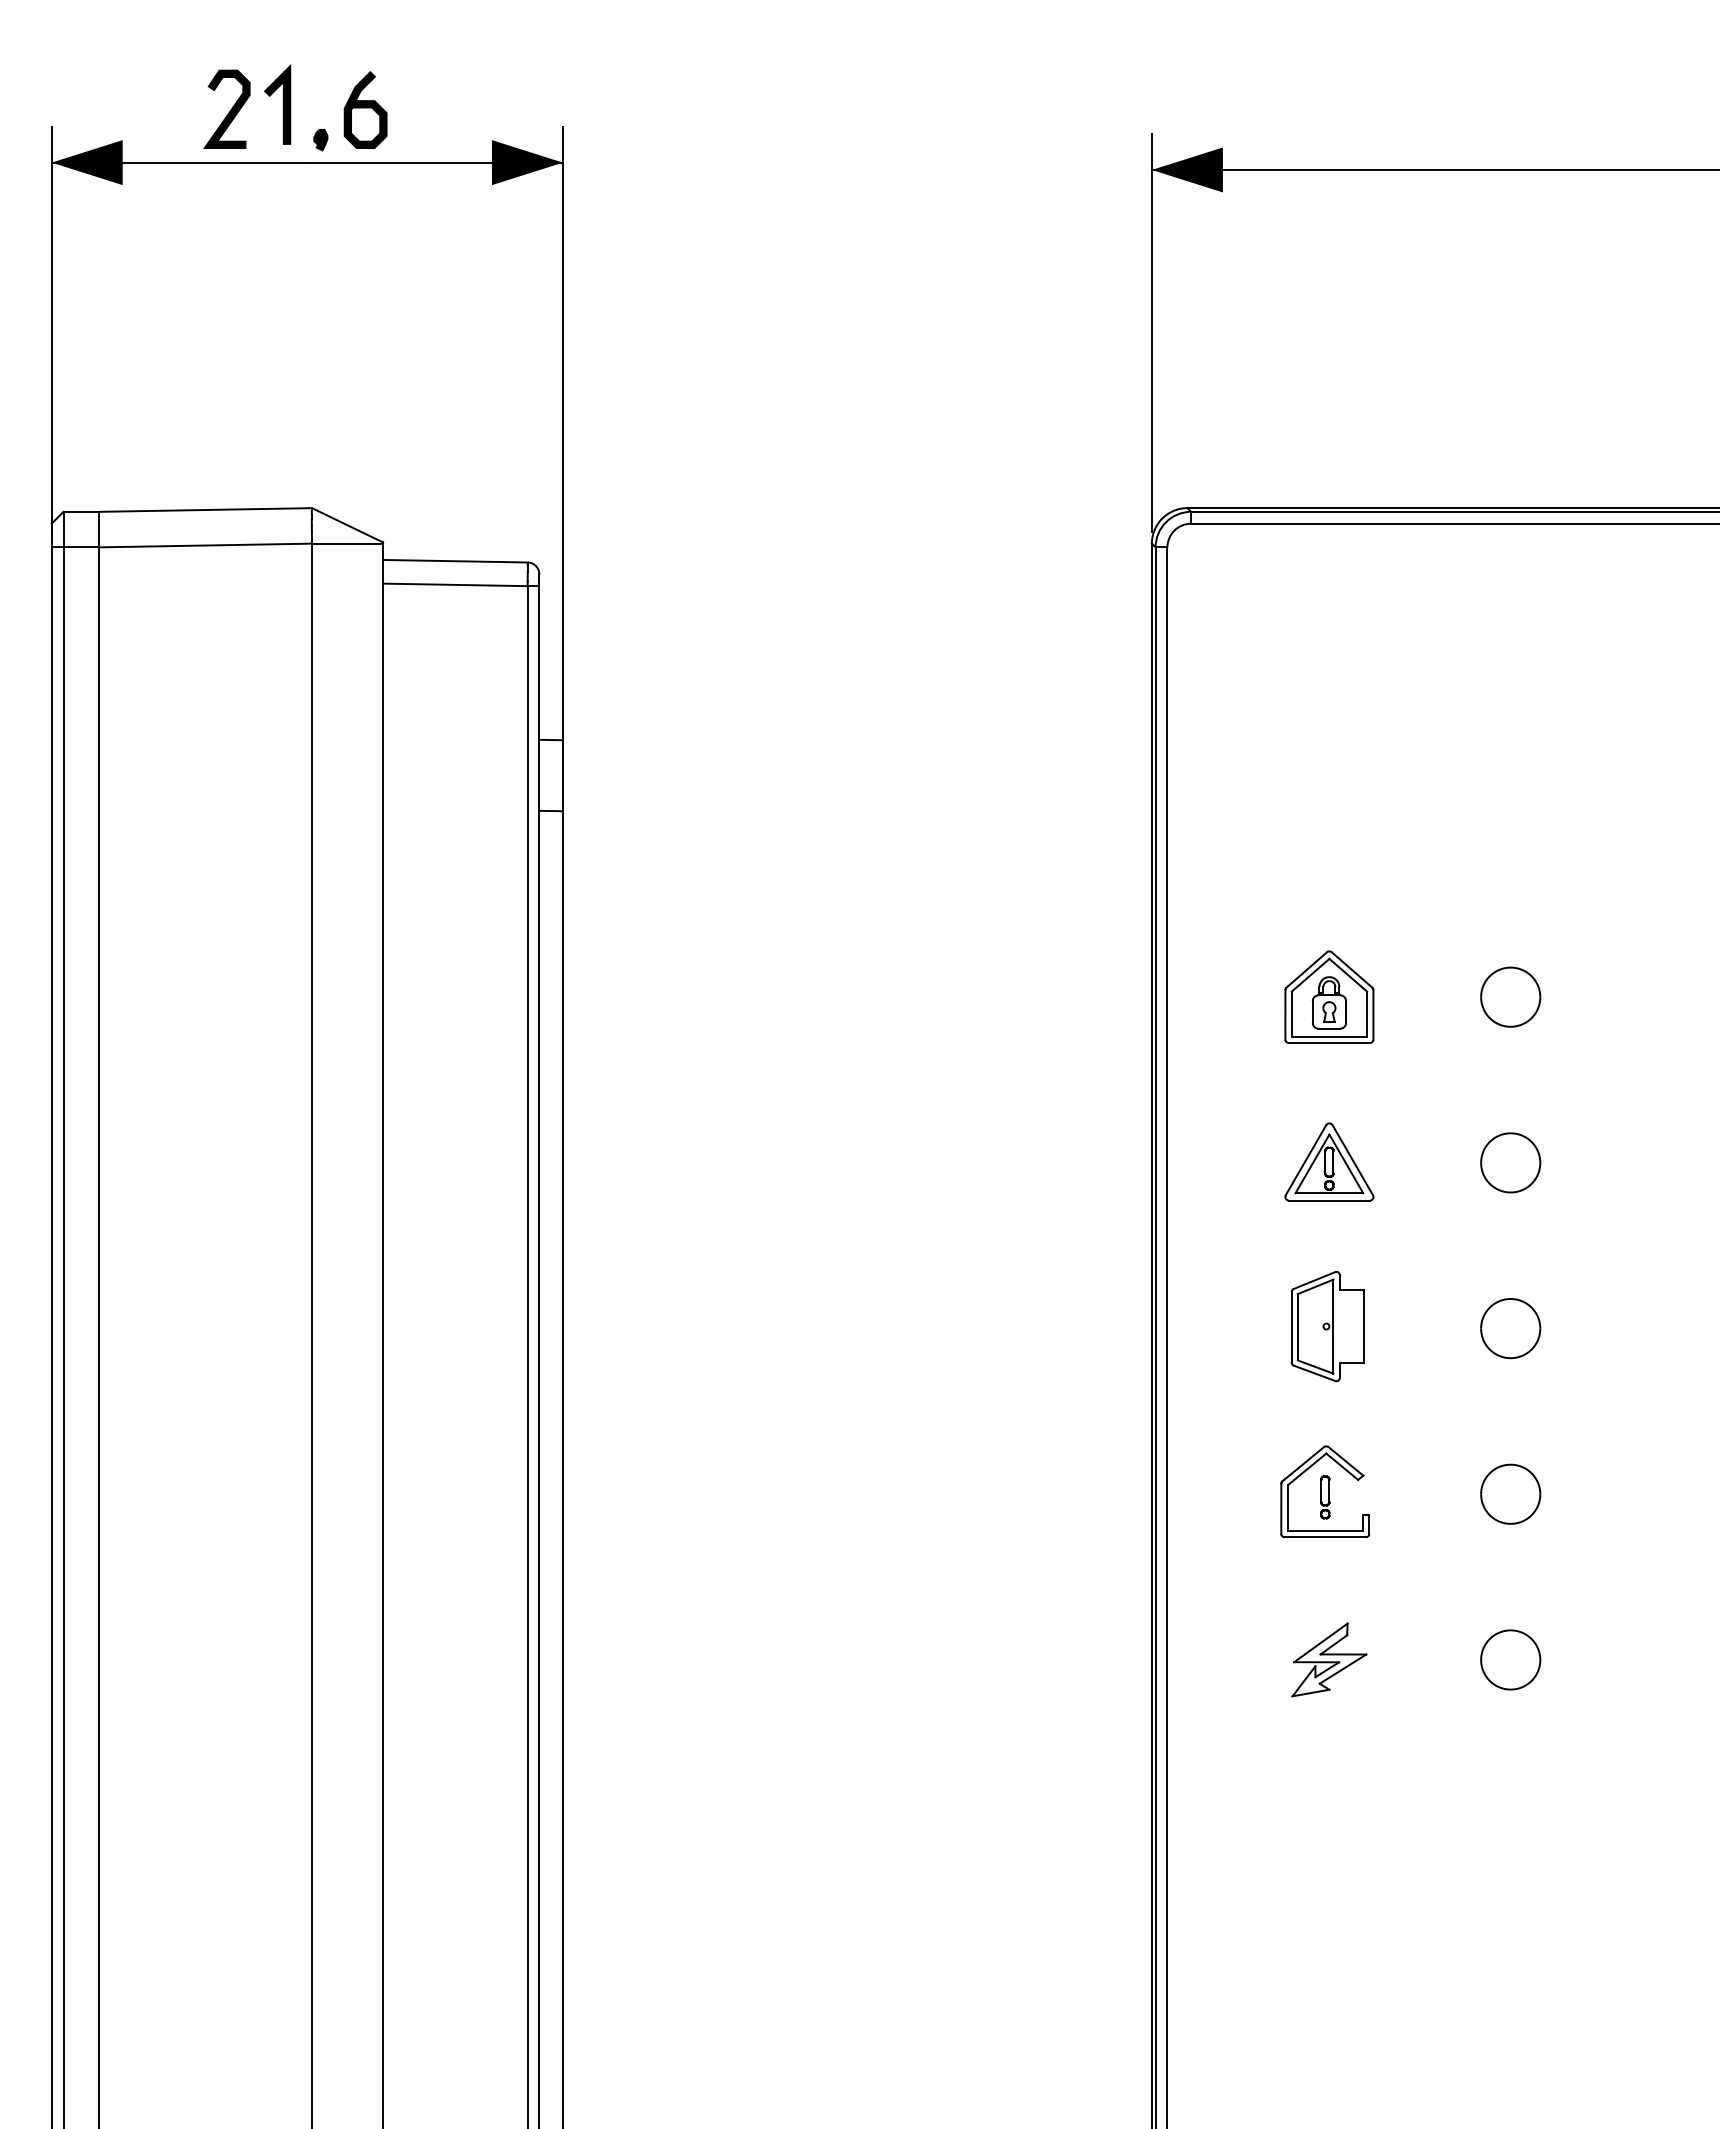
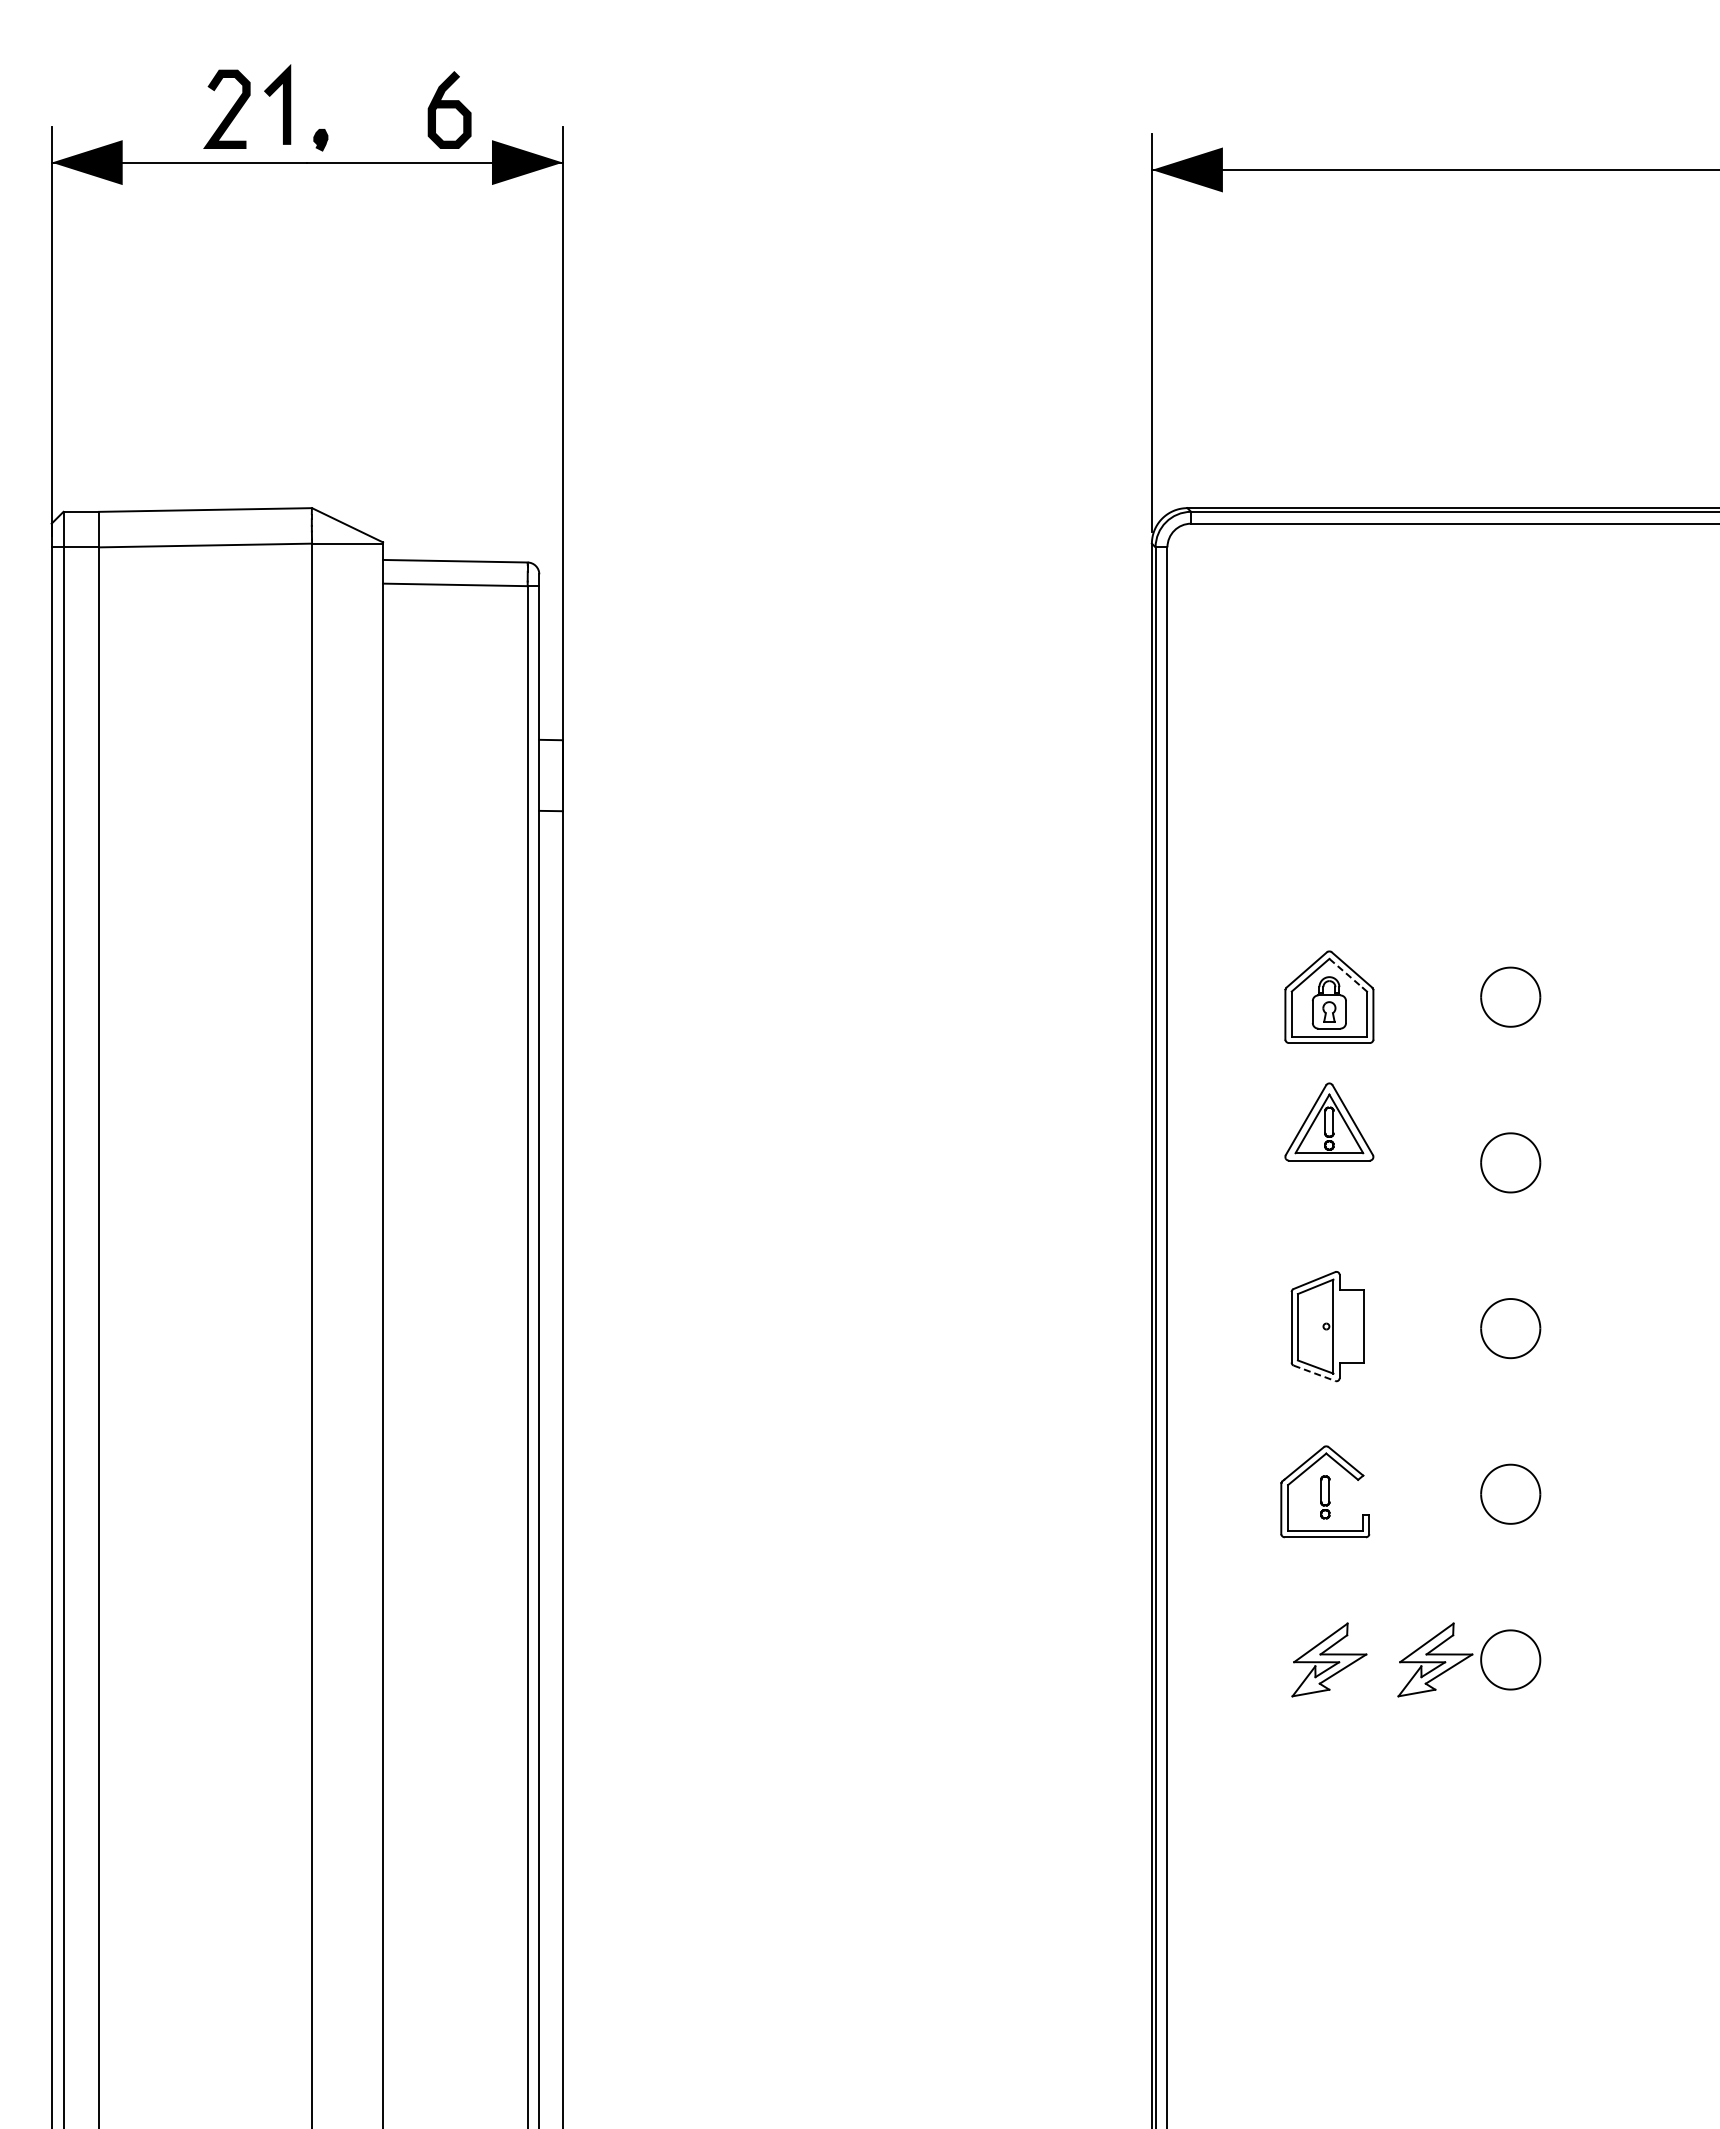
curve at (365, 108) position: (365, 108) -> (449, 108)
line at (1346, 973): solid -> dashed
part at (1329, 1161) position: (1329, 1161) -> (1329, 1121)
line at (1315, 1373): solid -> dashed
part at (1435, 1659): none -> present
